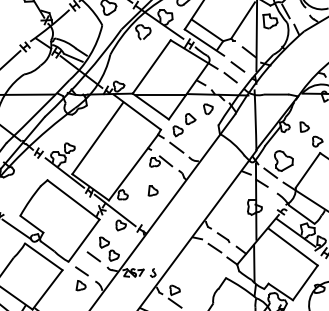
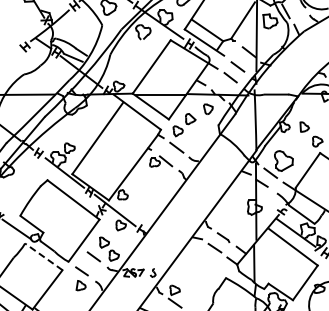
line at (11, 59): present -> none
part at (152, 190): present -> none
line at (43, 256): solid -> dashed
